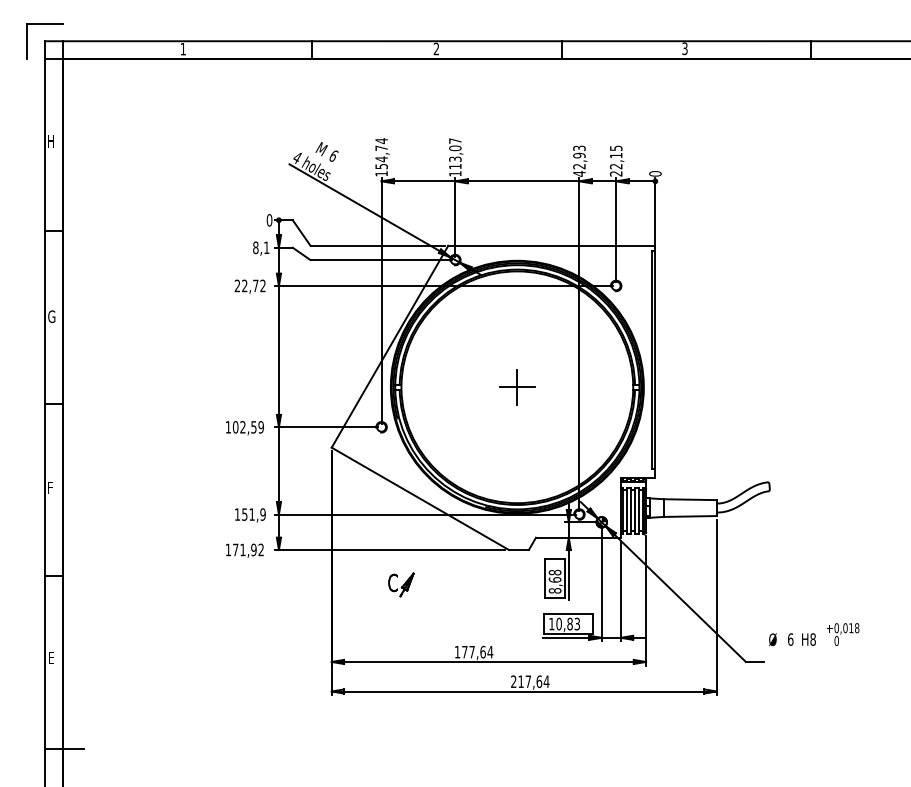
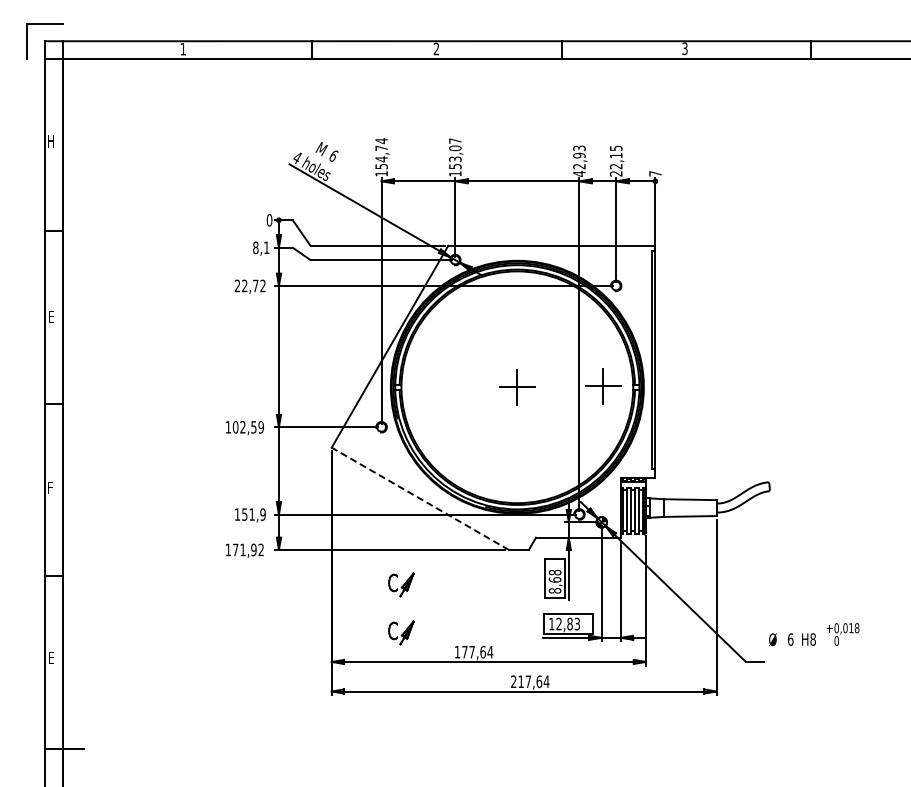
text at (455, 166): 113,07 -> 153,07
text at (655, 173): 0 -> 7
text at (51, 316): G -> E
part at (603, 386): none -> present
line at (419, 498): solid -> dashed
text at (558, 623): 10,83 -> 12,83
part at (401, 632): none -> present
